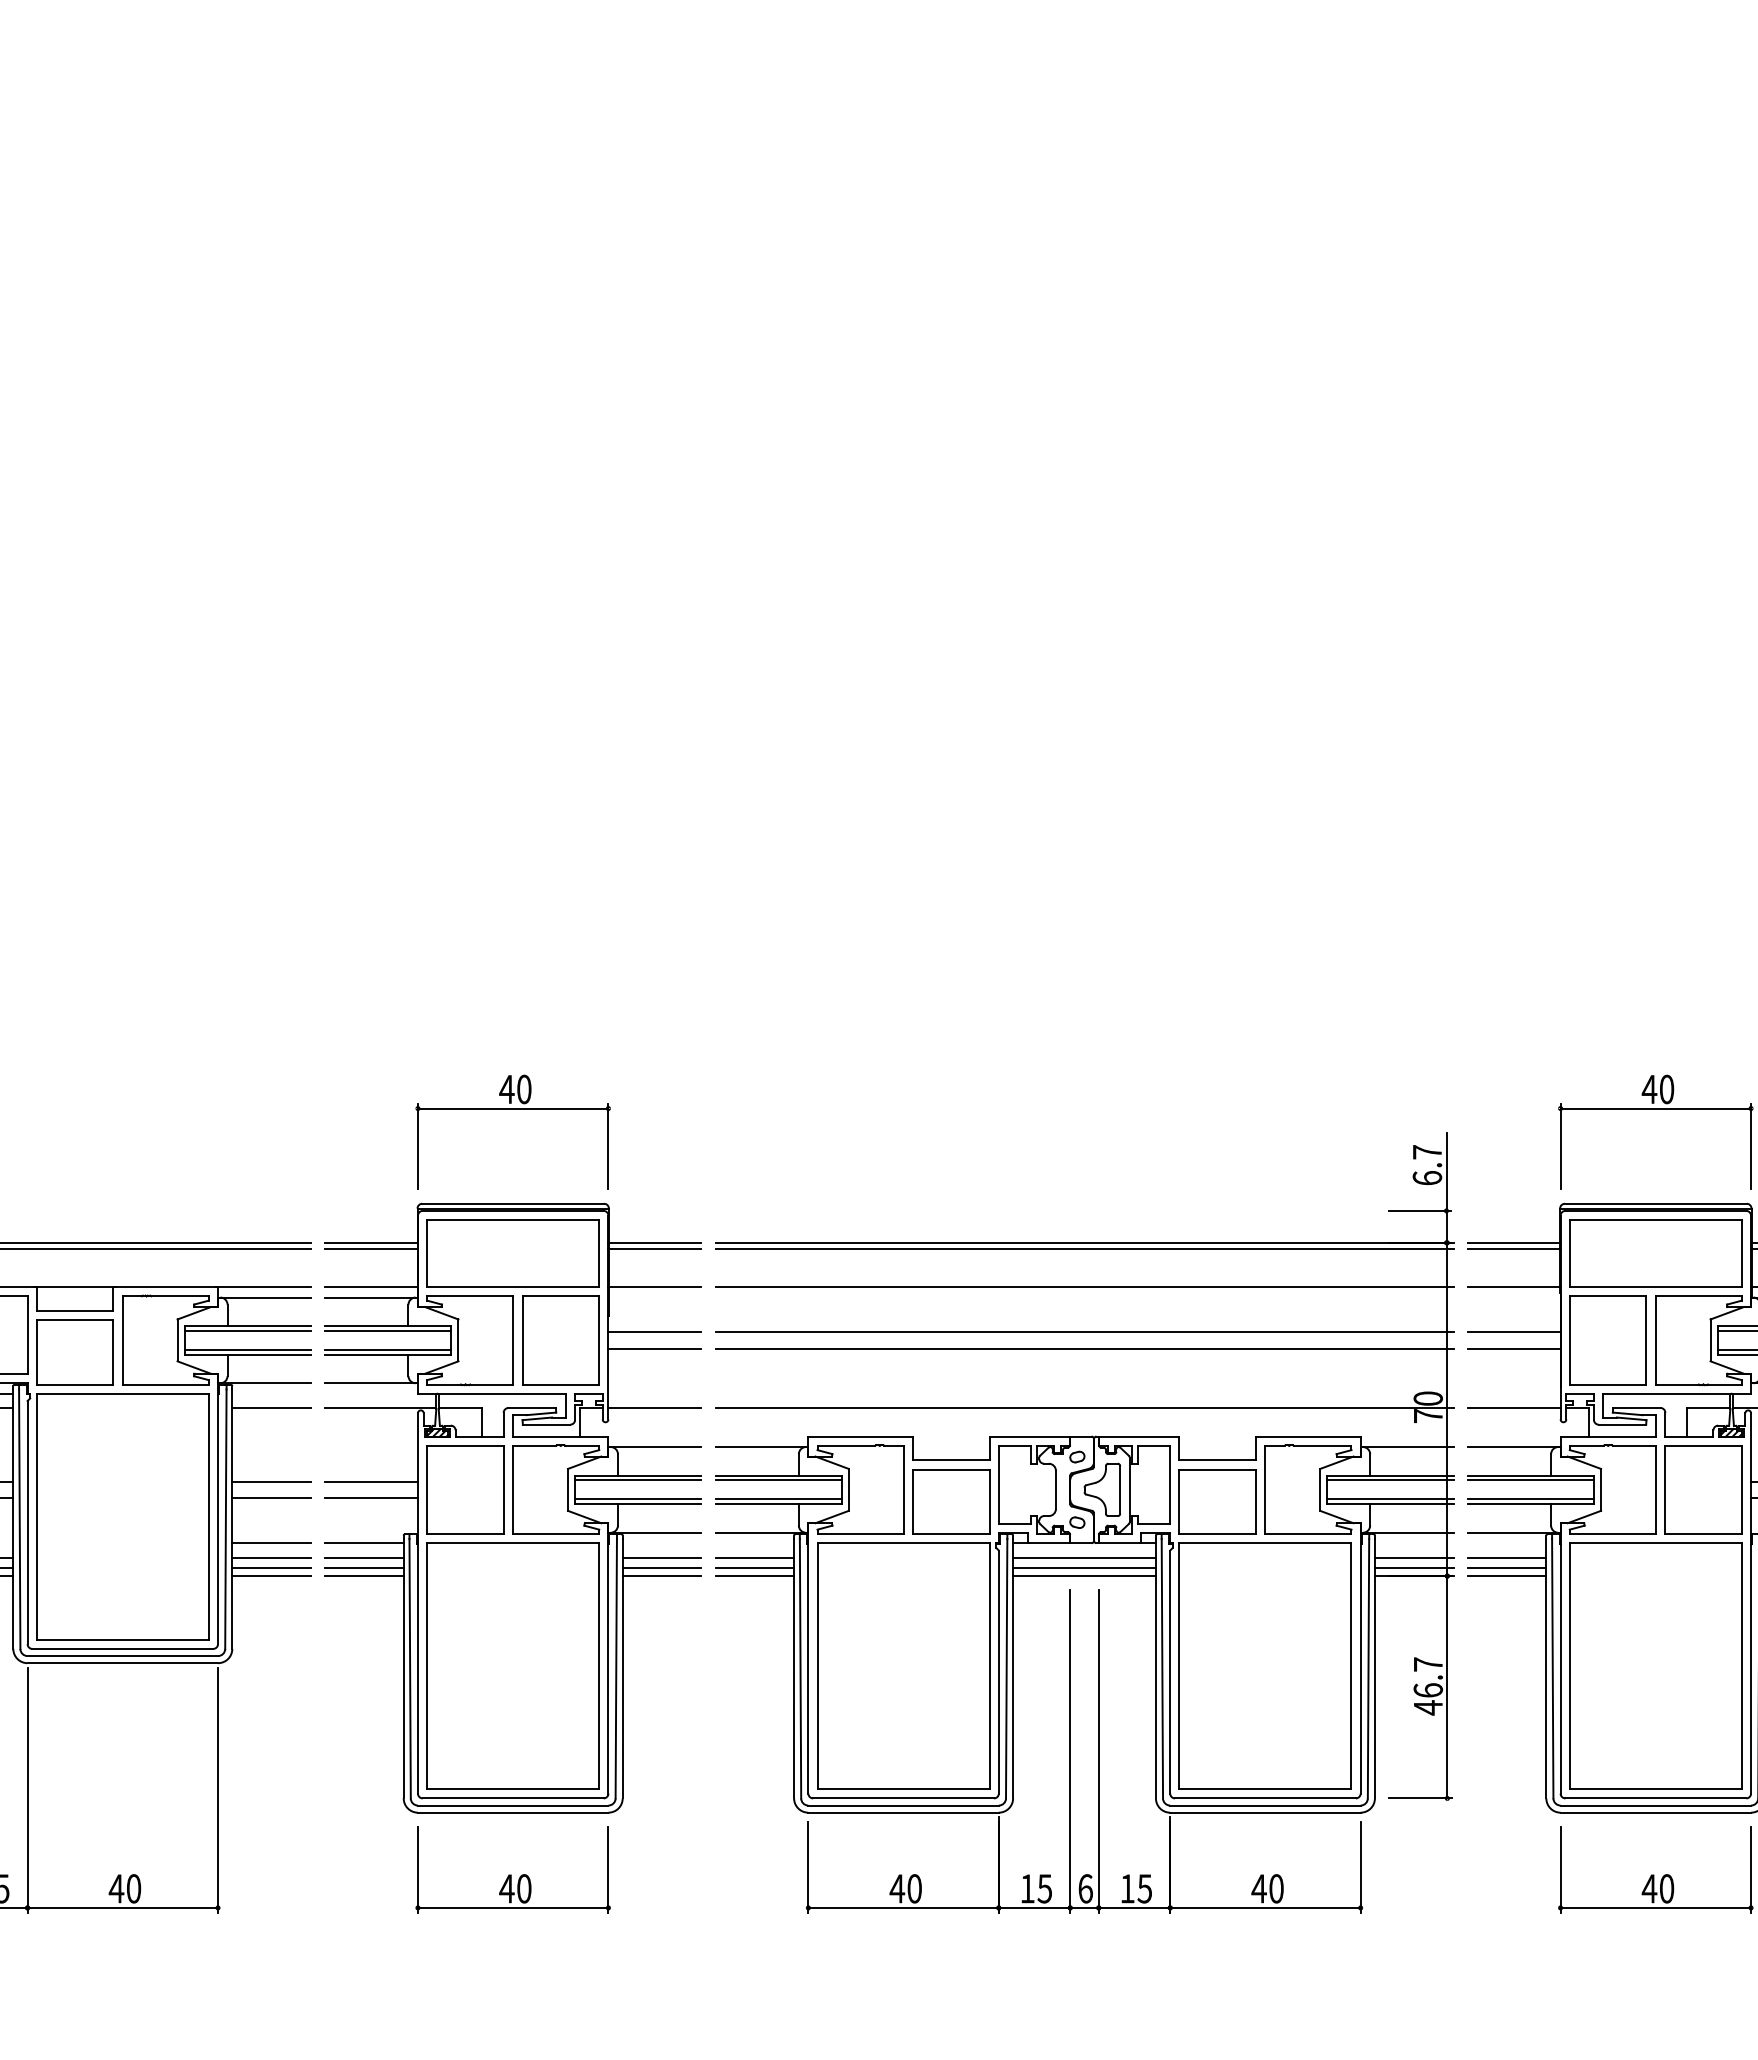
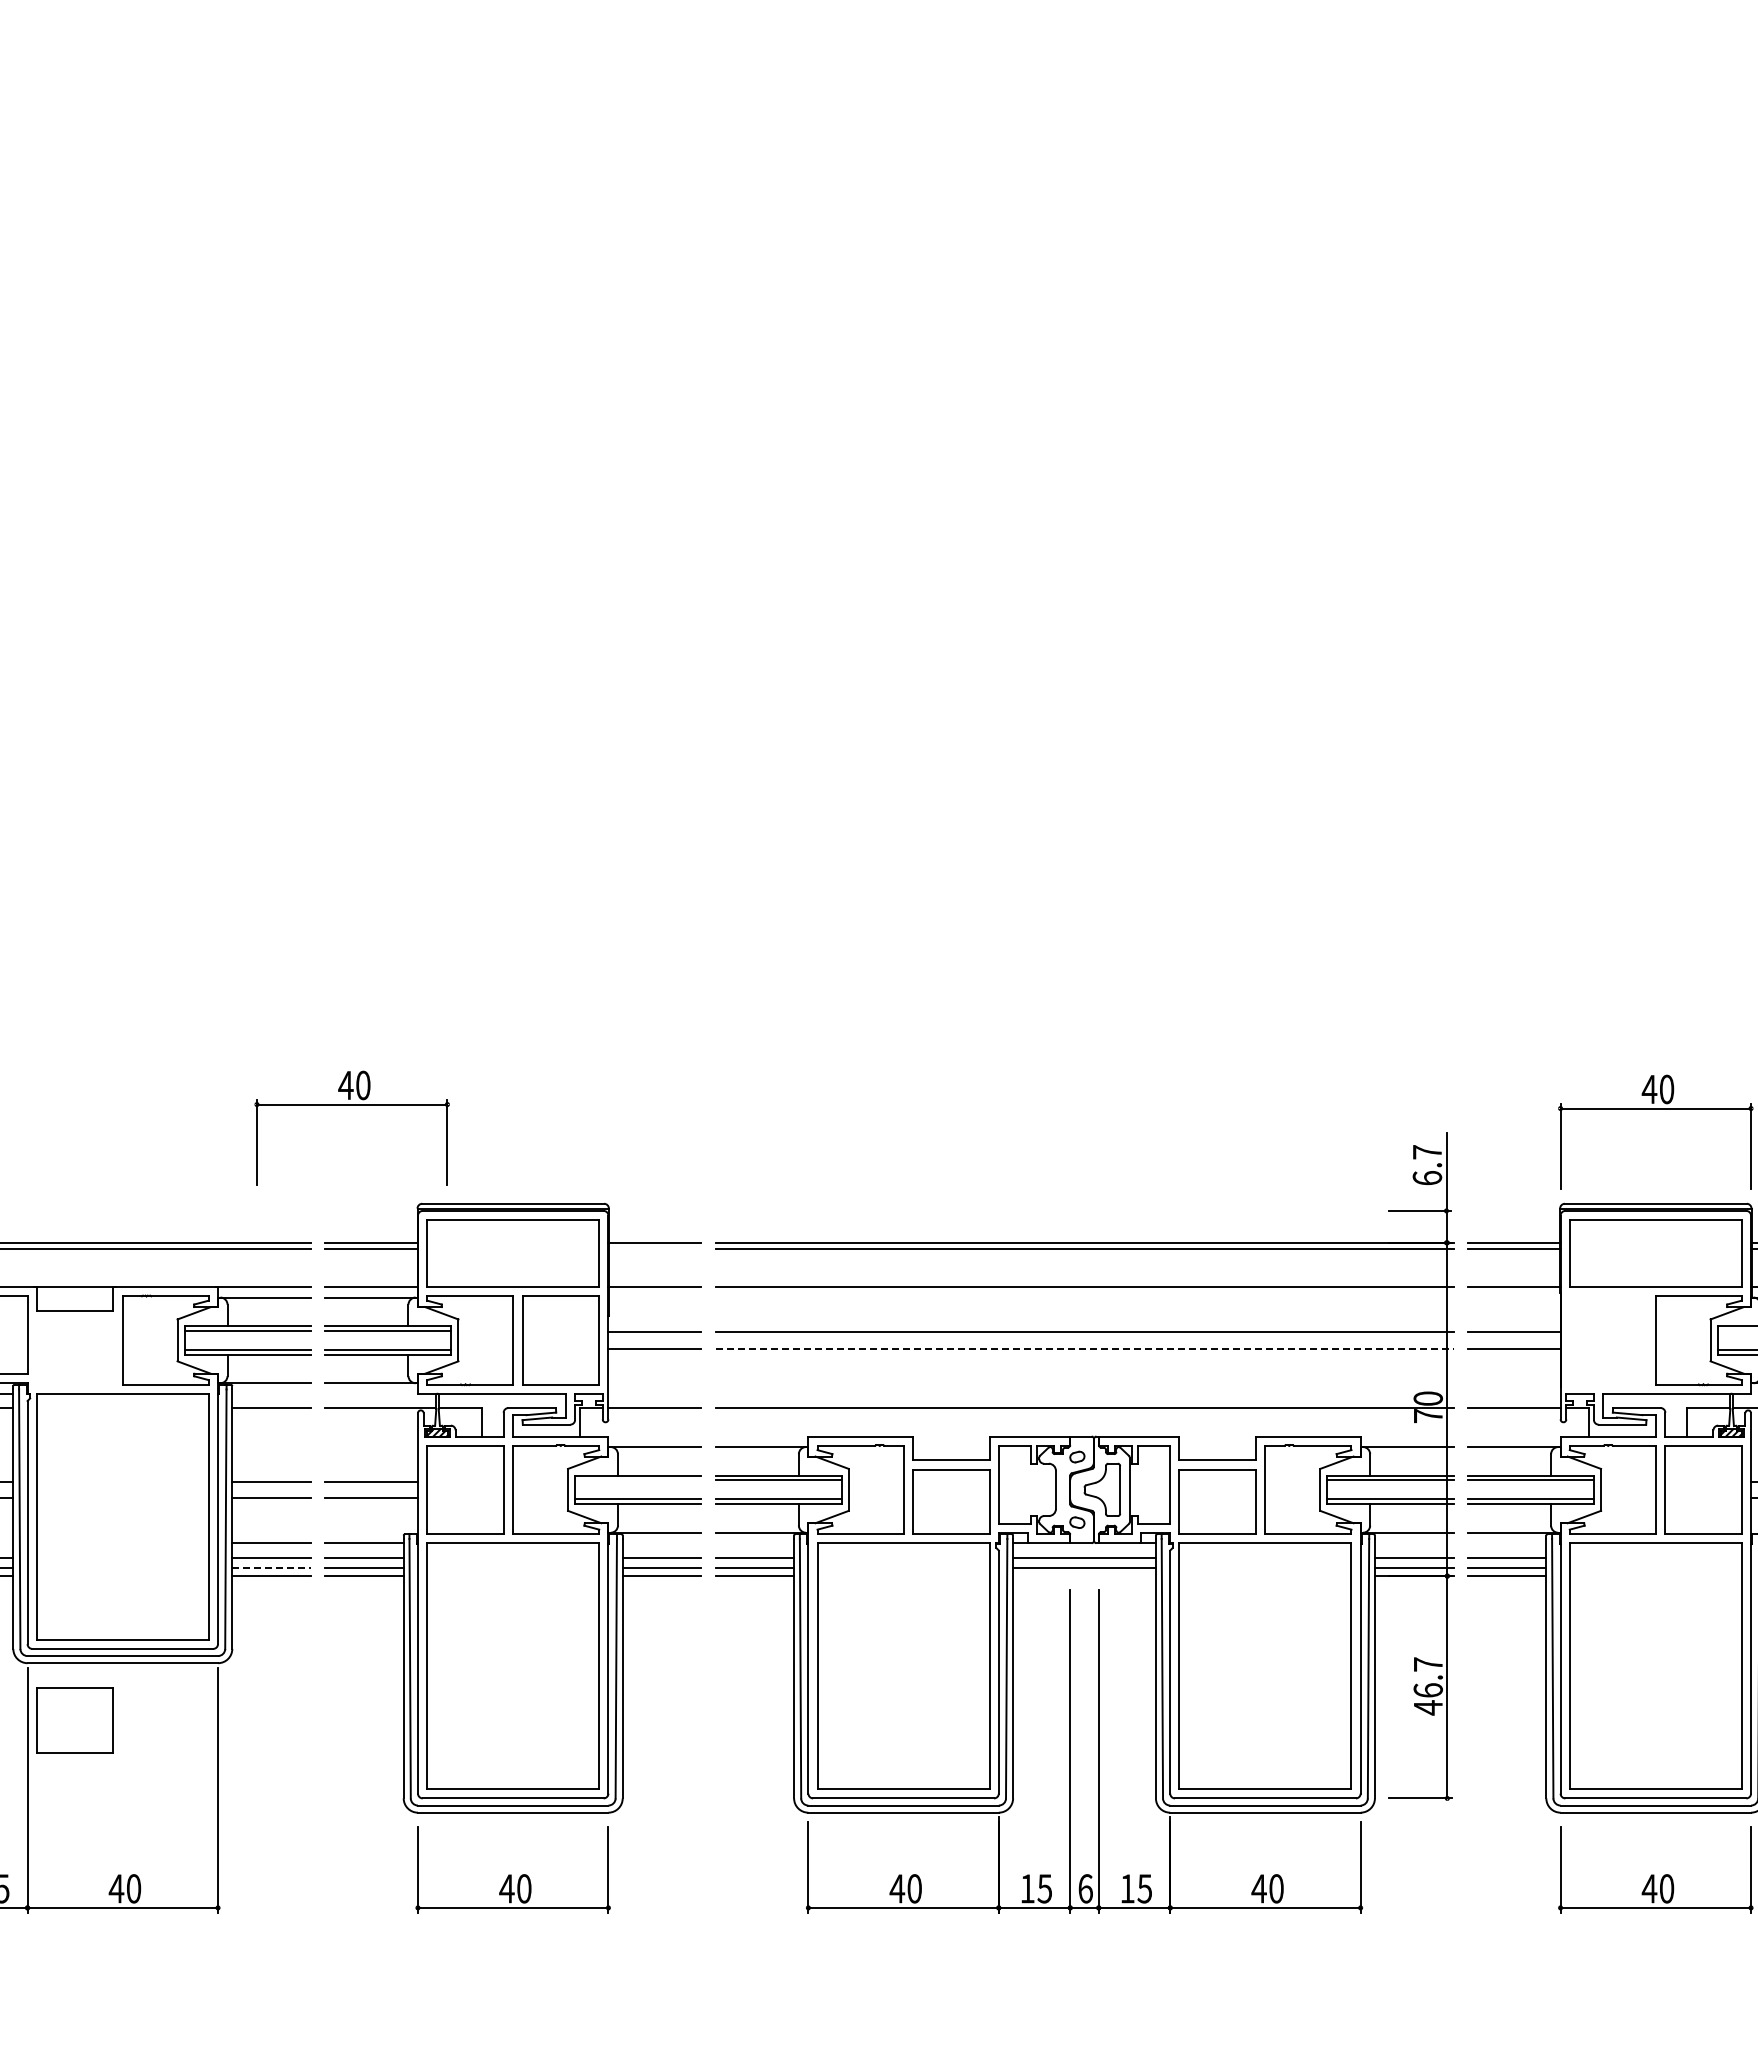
part at (512, 1109) position: (512, 1109) -> (351, 1105)
line at (654, 1249): present -> none
line at (1735, 1330): present -> none
part at (1607, 1340): present -> none
line at (1084, 1348): solid -> dashed
part at (74, 1352) position: (74, 1352) -> (74, 1720)
line at (638, 1480): present -> none
line at (272, 1568): solid -> dashed
line at (1084, 1576): present -> none
